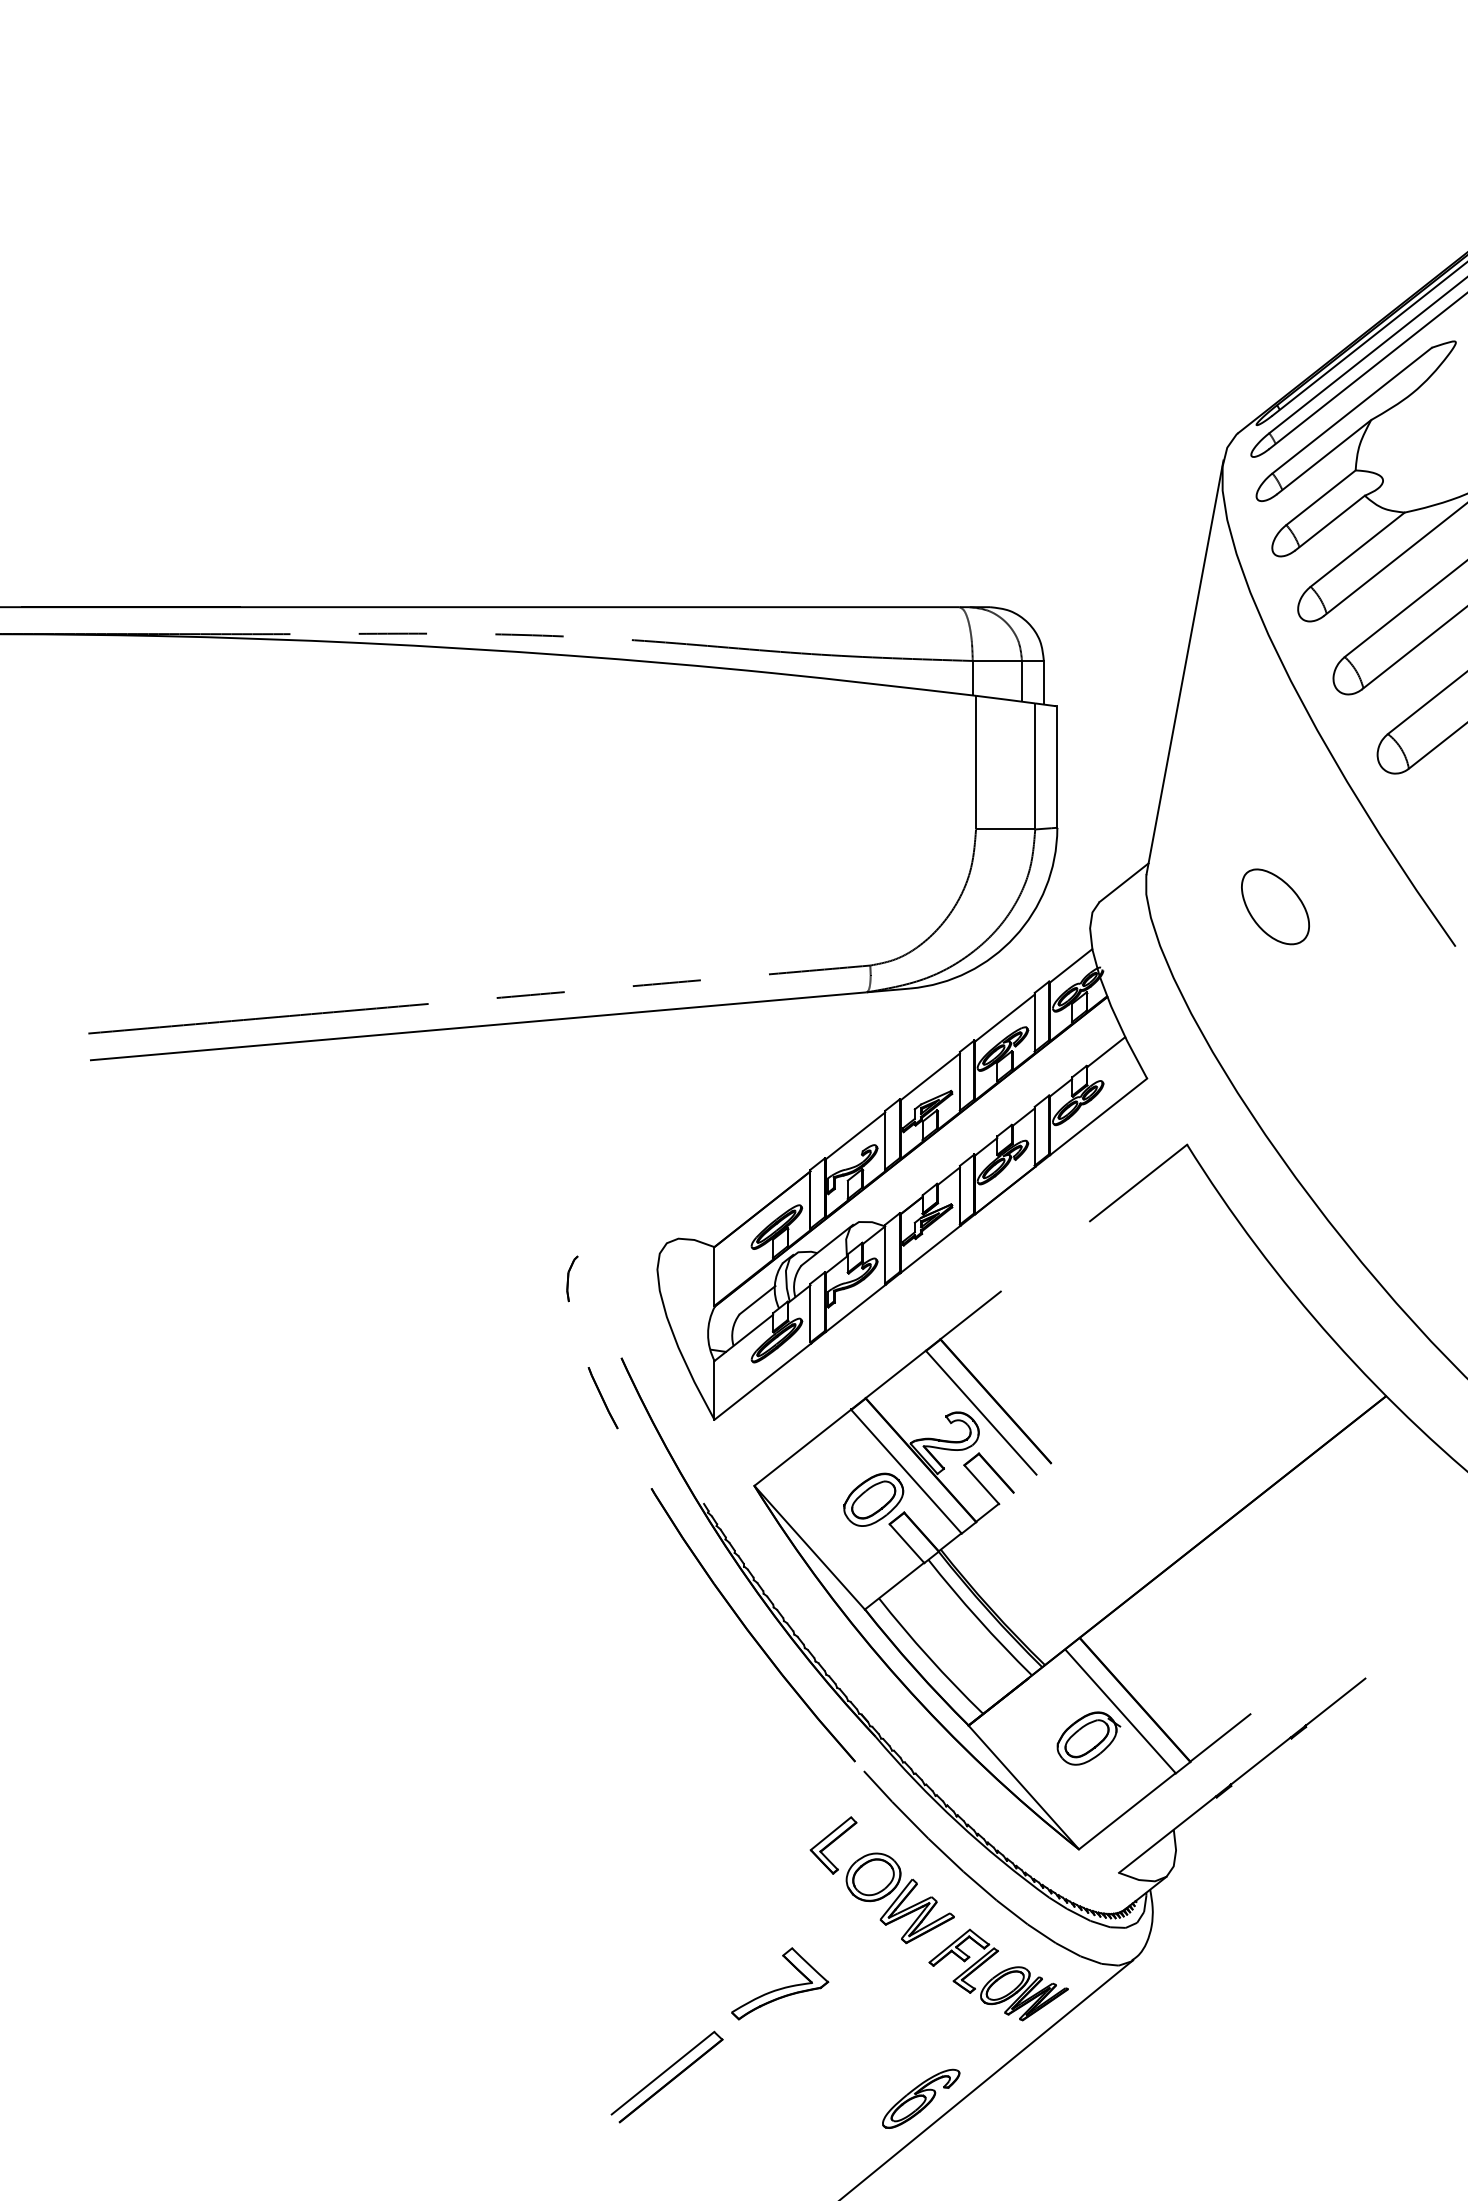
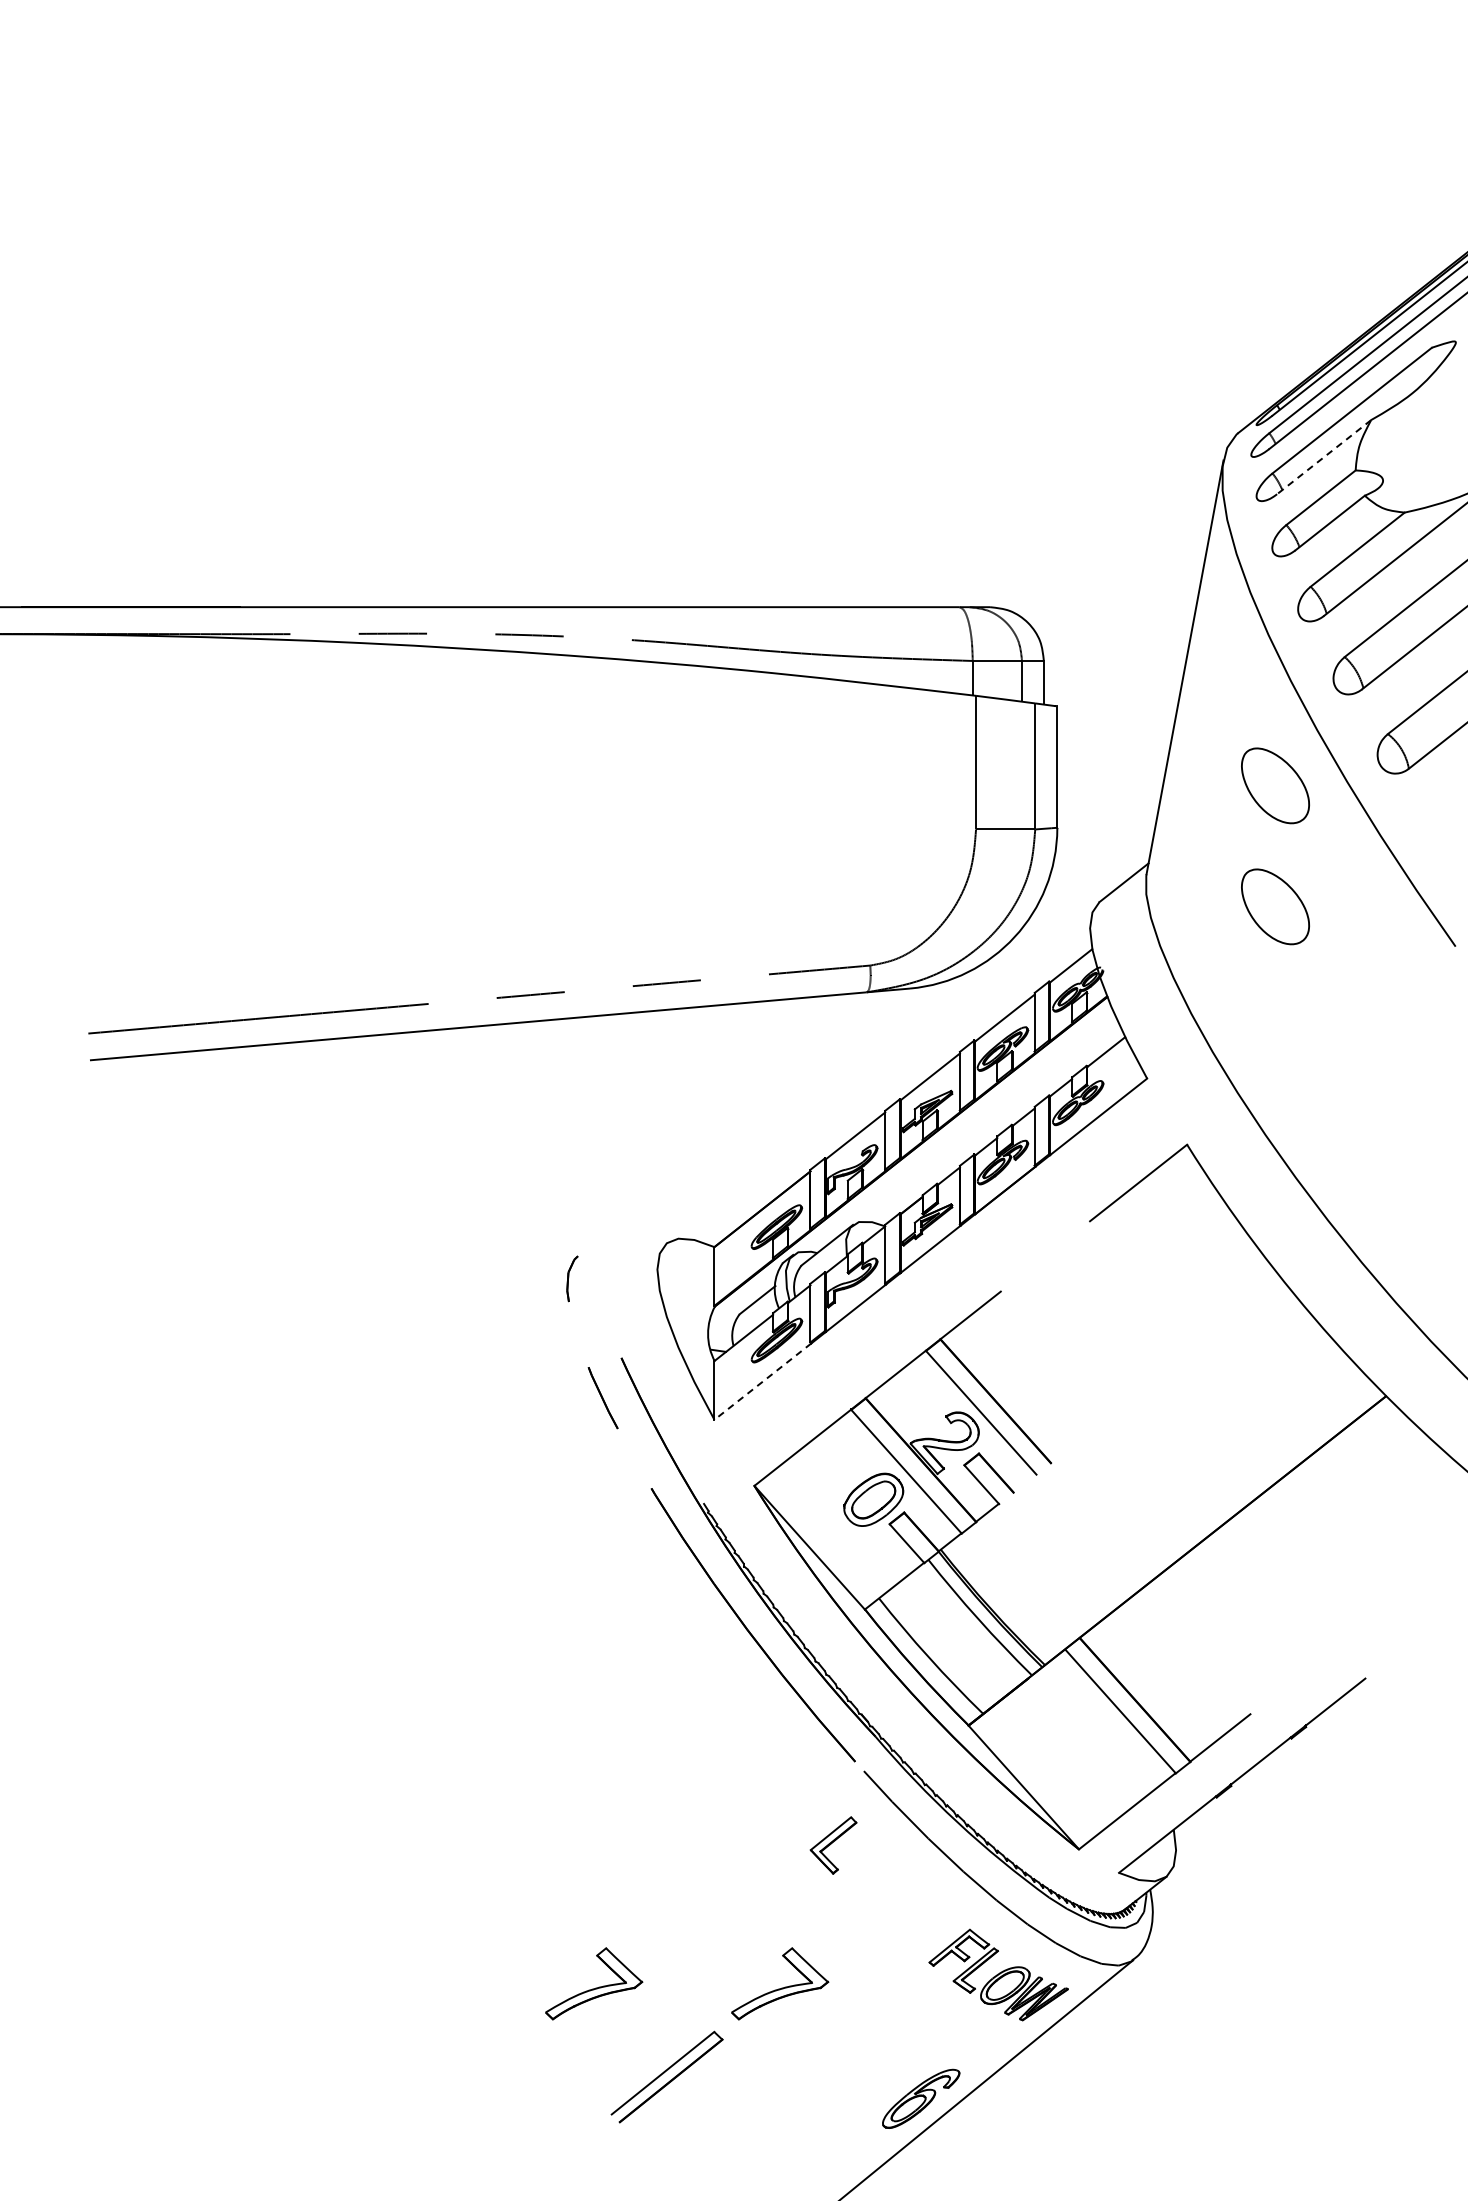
line at (1324, 457): solid -> dashed
part at (1275, 785): none -> present
line at (762, 1381): solid -> dashed
part at (1088, 1738): present -> none
part at (899, 1898): present -> none
part at (594, 1983): none -> present
